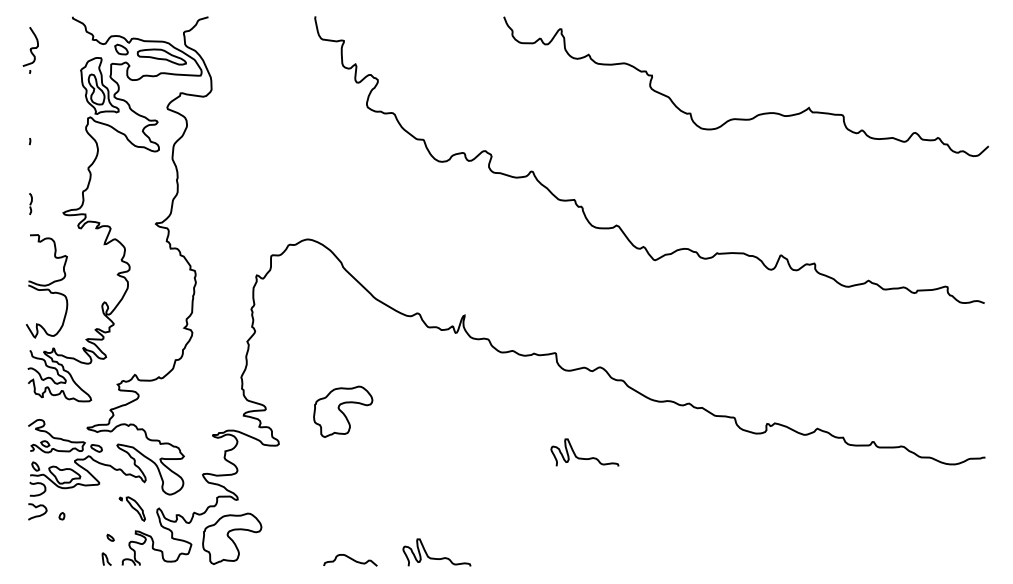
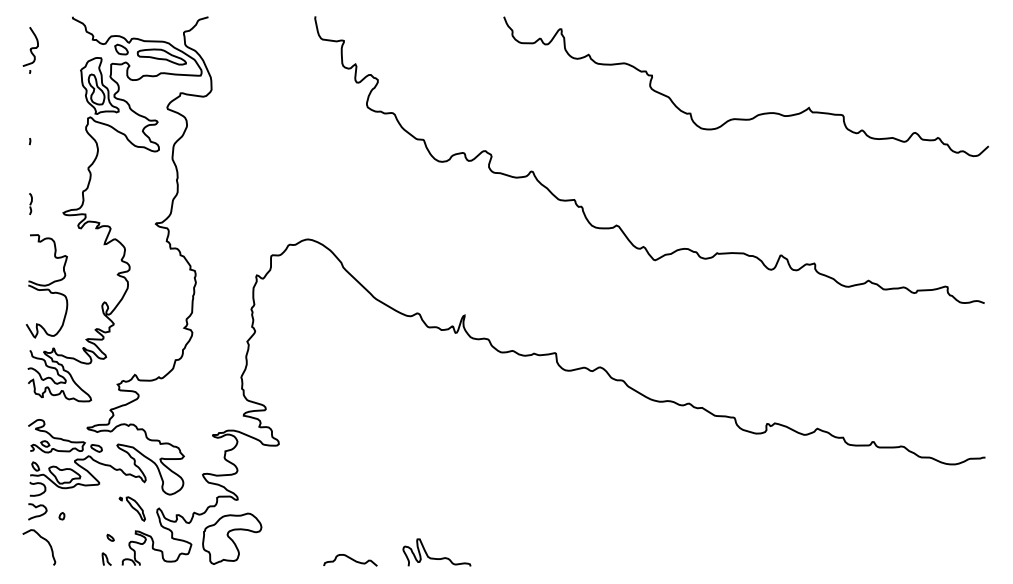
part at (343, 411): present -> none
curve at (582, 457): present -> none
curve at (44, 540): none -> present
